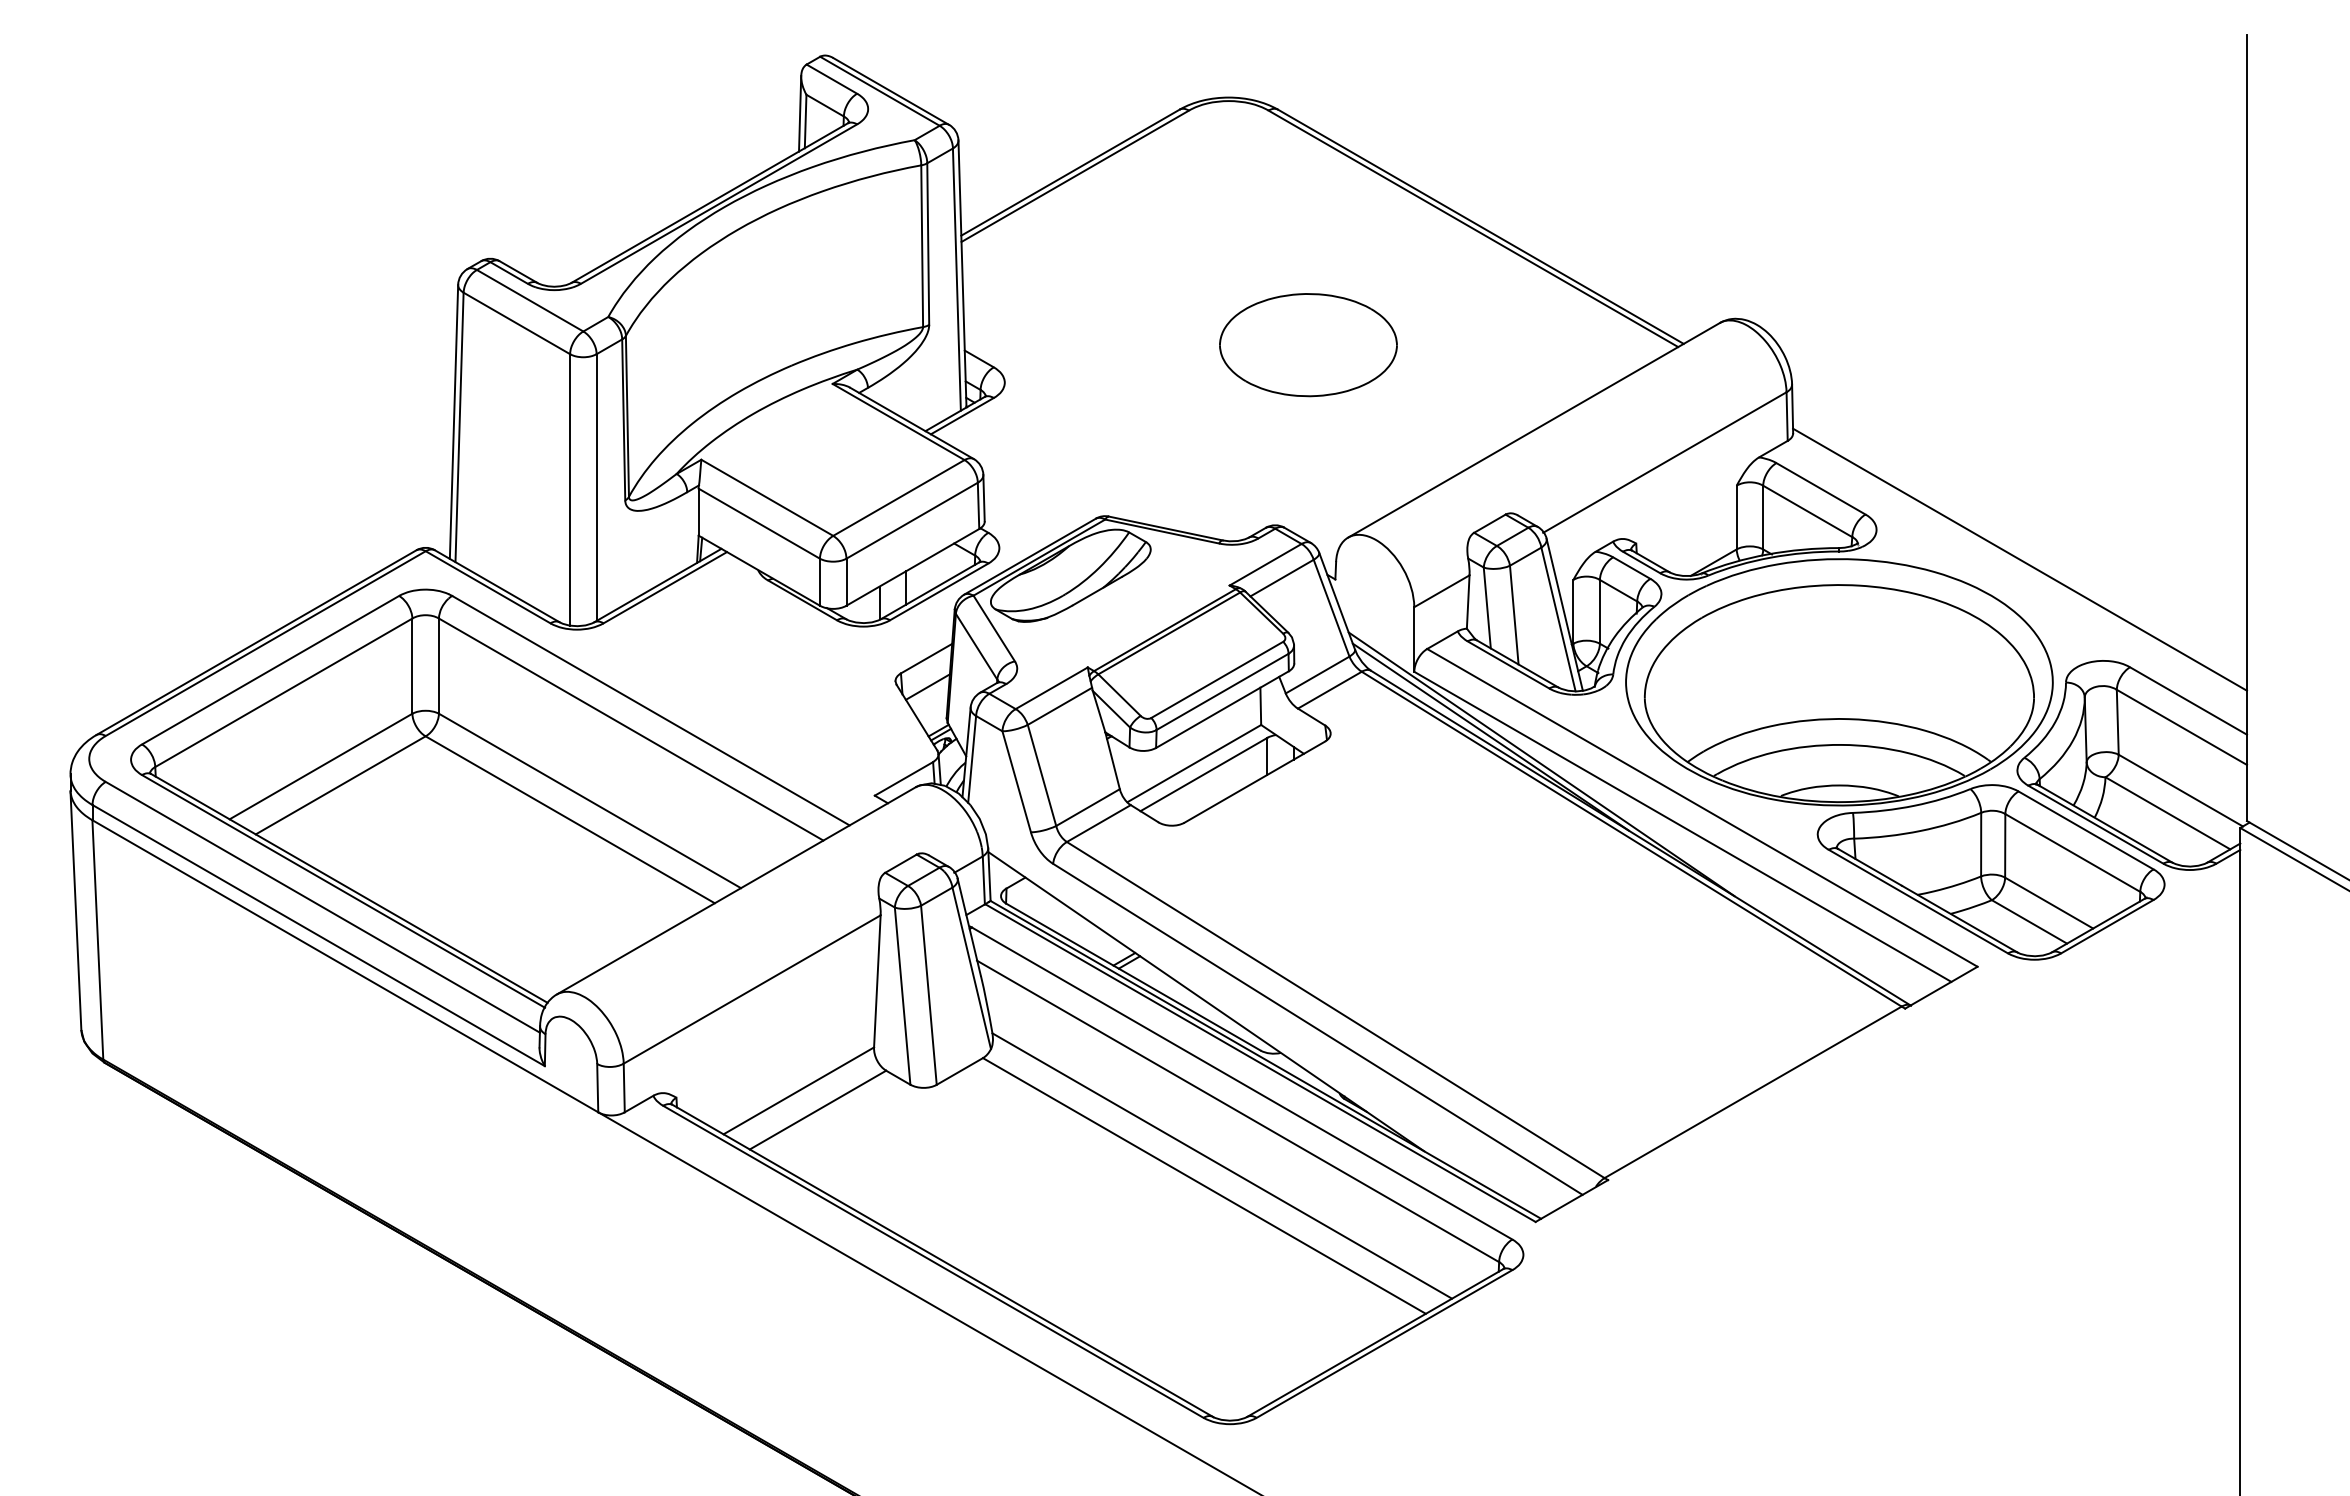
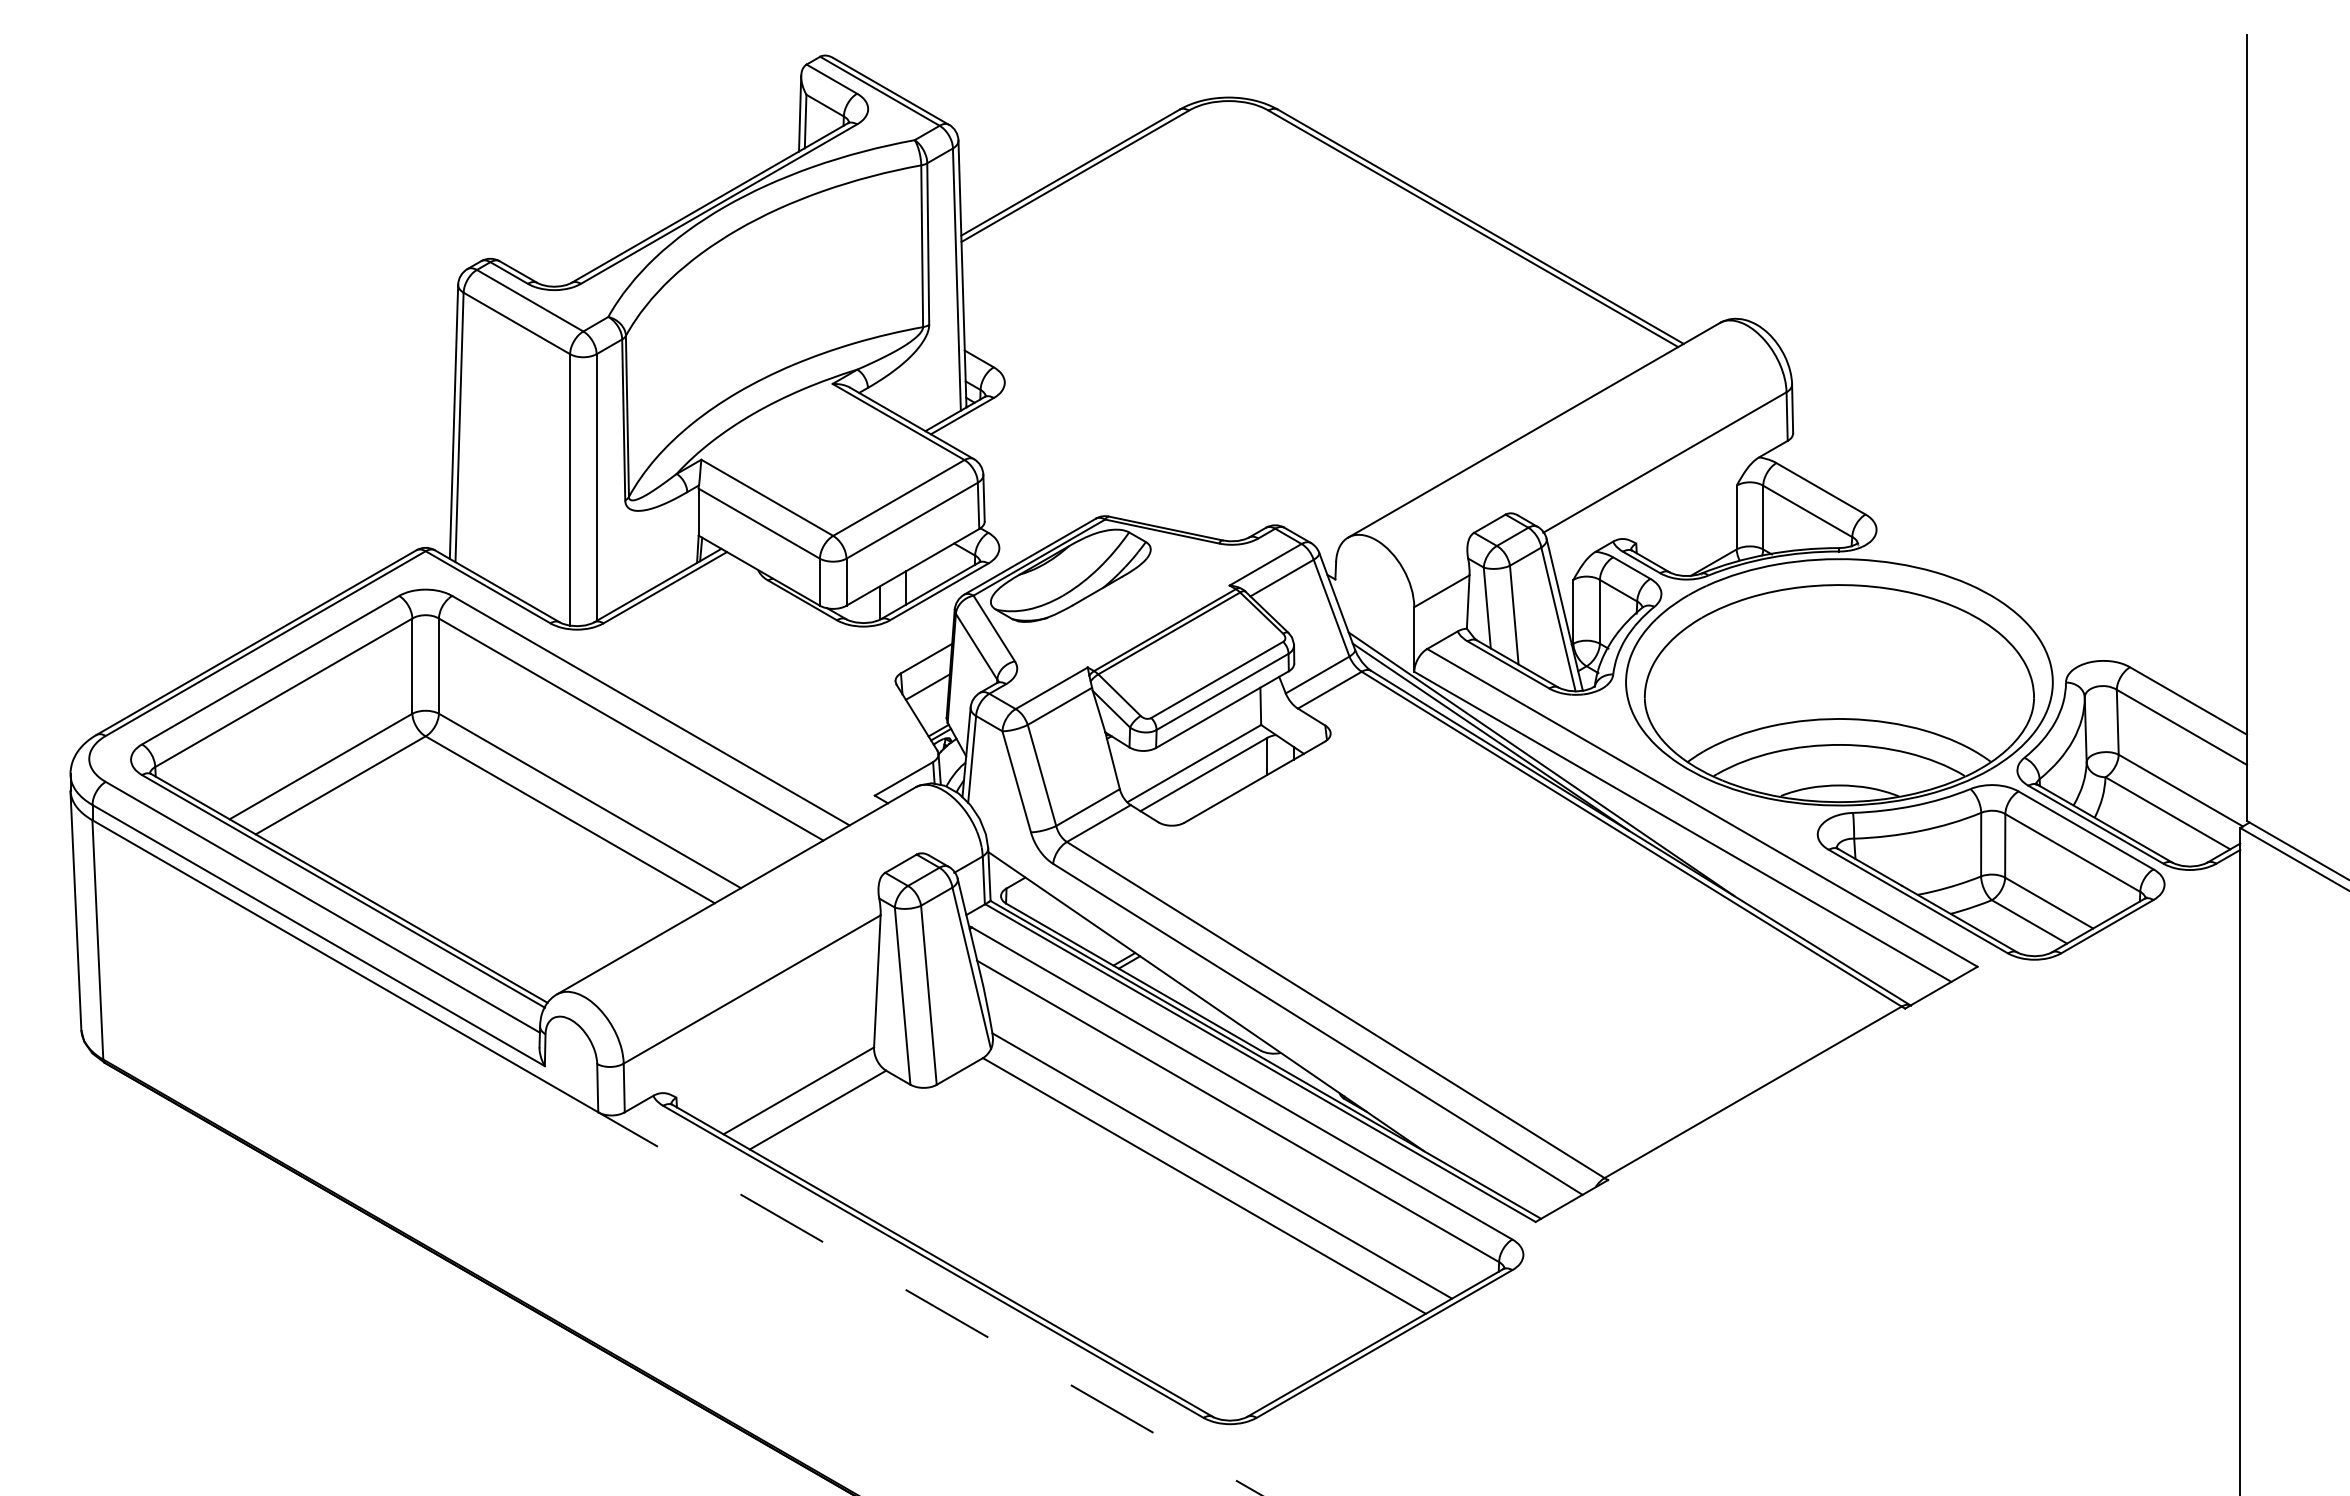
part at (1308, 345): present -> none
line at (2020, 559): present -> none
line at (929, 1303): solid -> dashed
